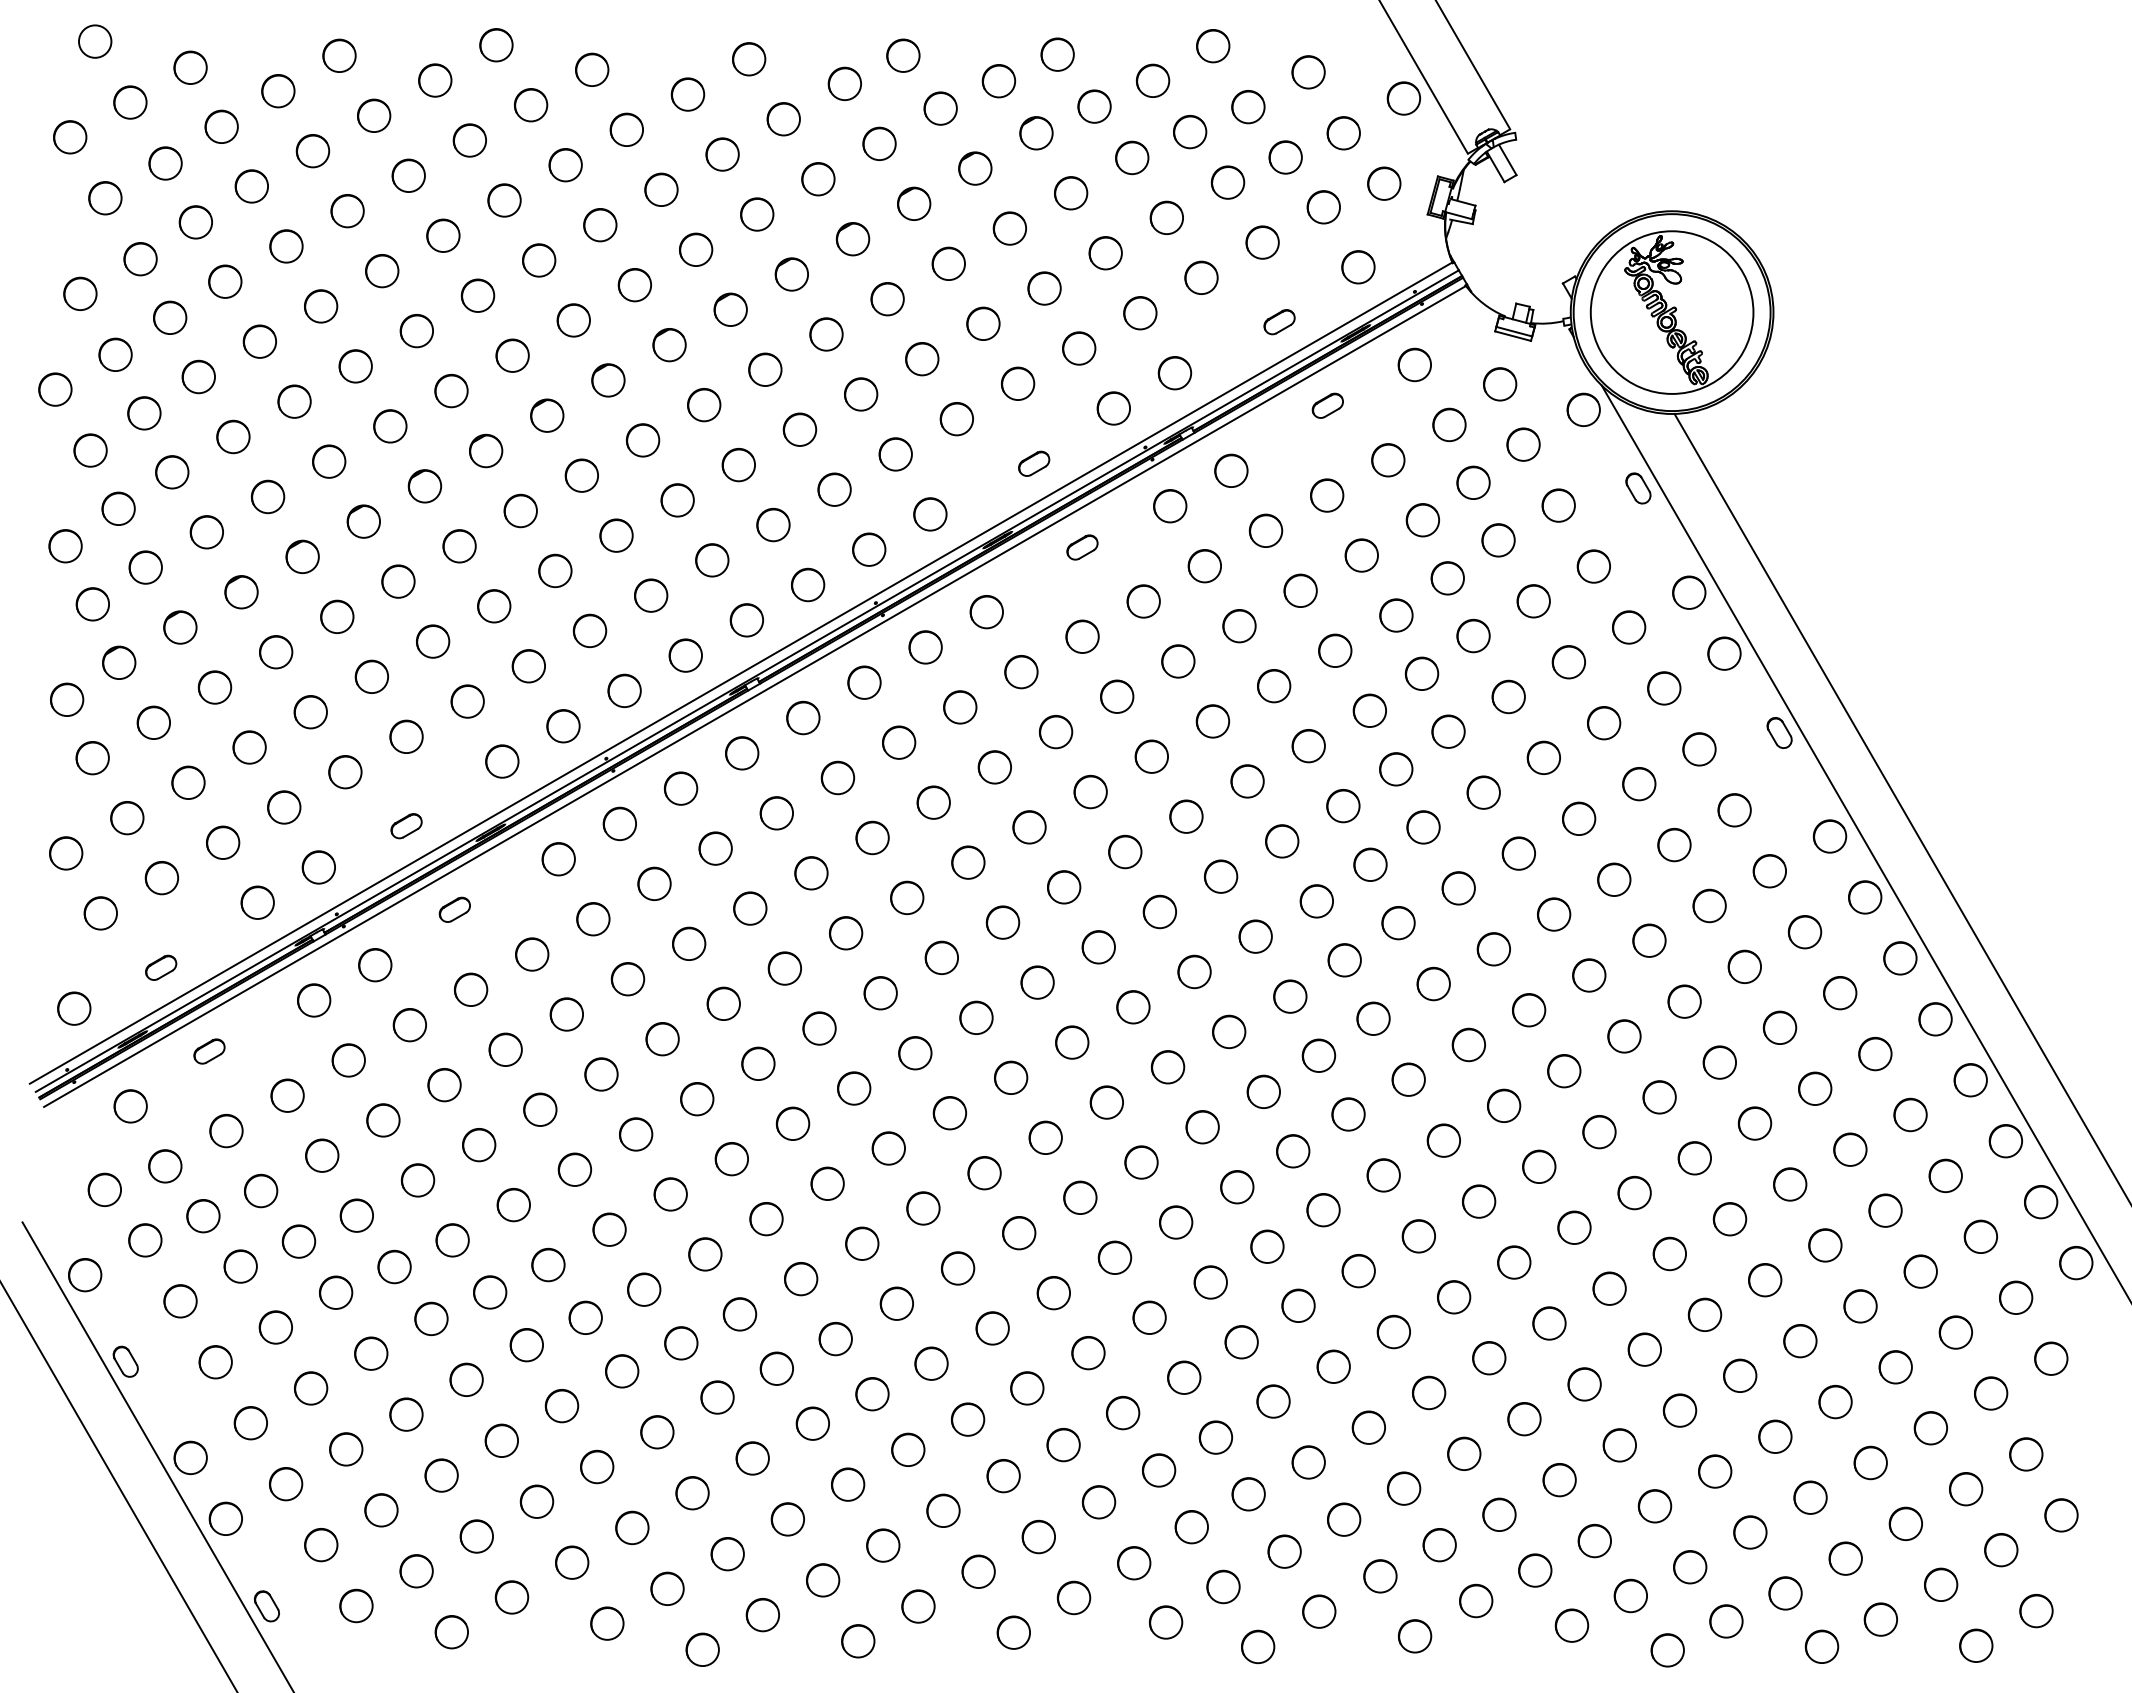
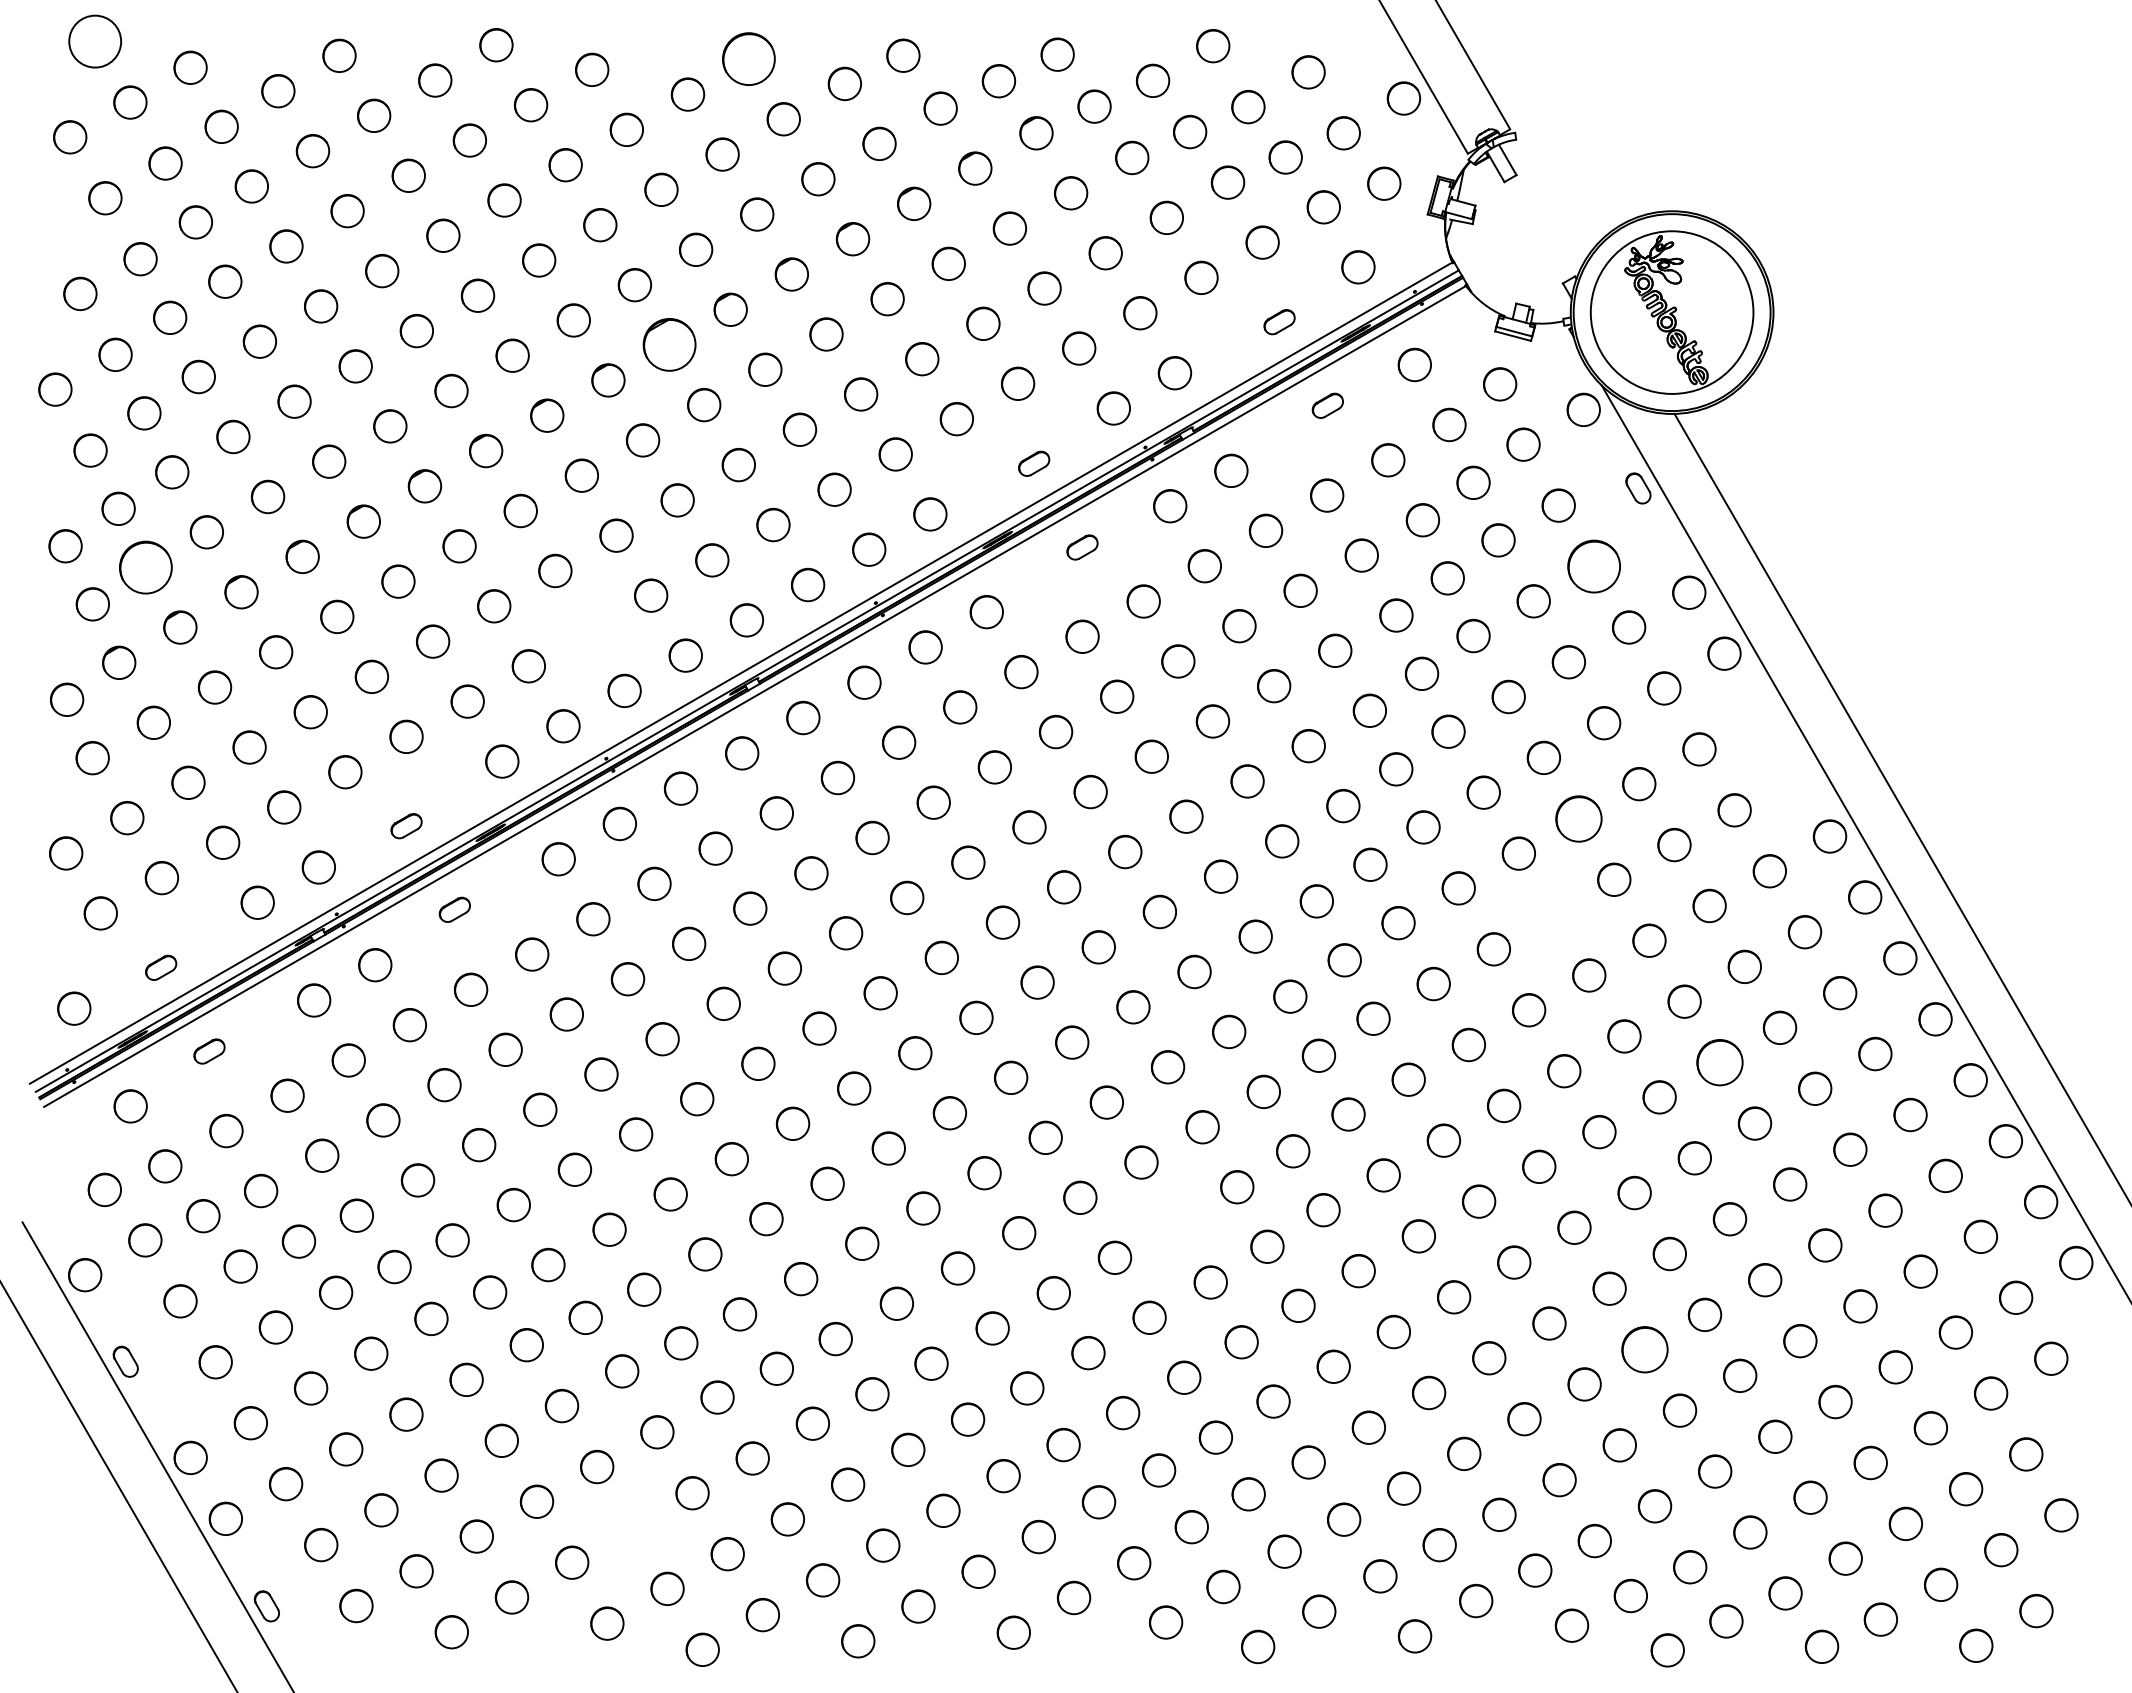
circle at (95, 41) diameter: 32 px -> 52 px
circle at (749, 59) size: 35x35 px -> 54x54 px
part at (669, 345) size: 35x35 px -> 55x54 px
circle at (1593, 566) size: 35x35 px -> 54x55 px
circle at (145, 567) size: 35x35 px -> 54x55 px
part at (589, 630): present -> none
part at (1779, 732): present -> none
circle at (1579, 818) size: 35x35 px -> 48x48 px
circle at (1554, 914): present -> none
circle at (1719, 1062) size: 35x35 px -> 48x48 px
circle at (1176, 1222): present -> none
circle at (1644, 1349) size: 35x35 px -> 48x48 px
part at (632, 1527): present -> none
